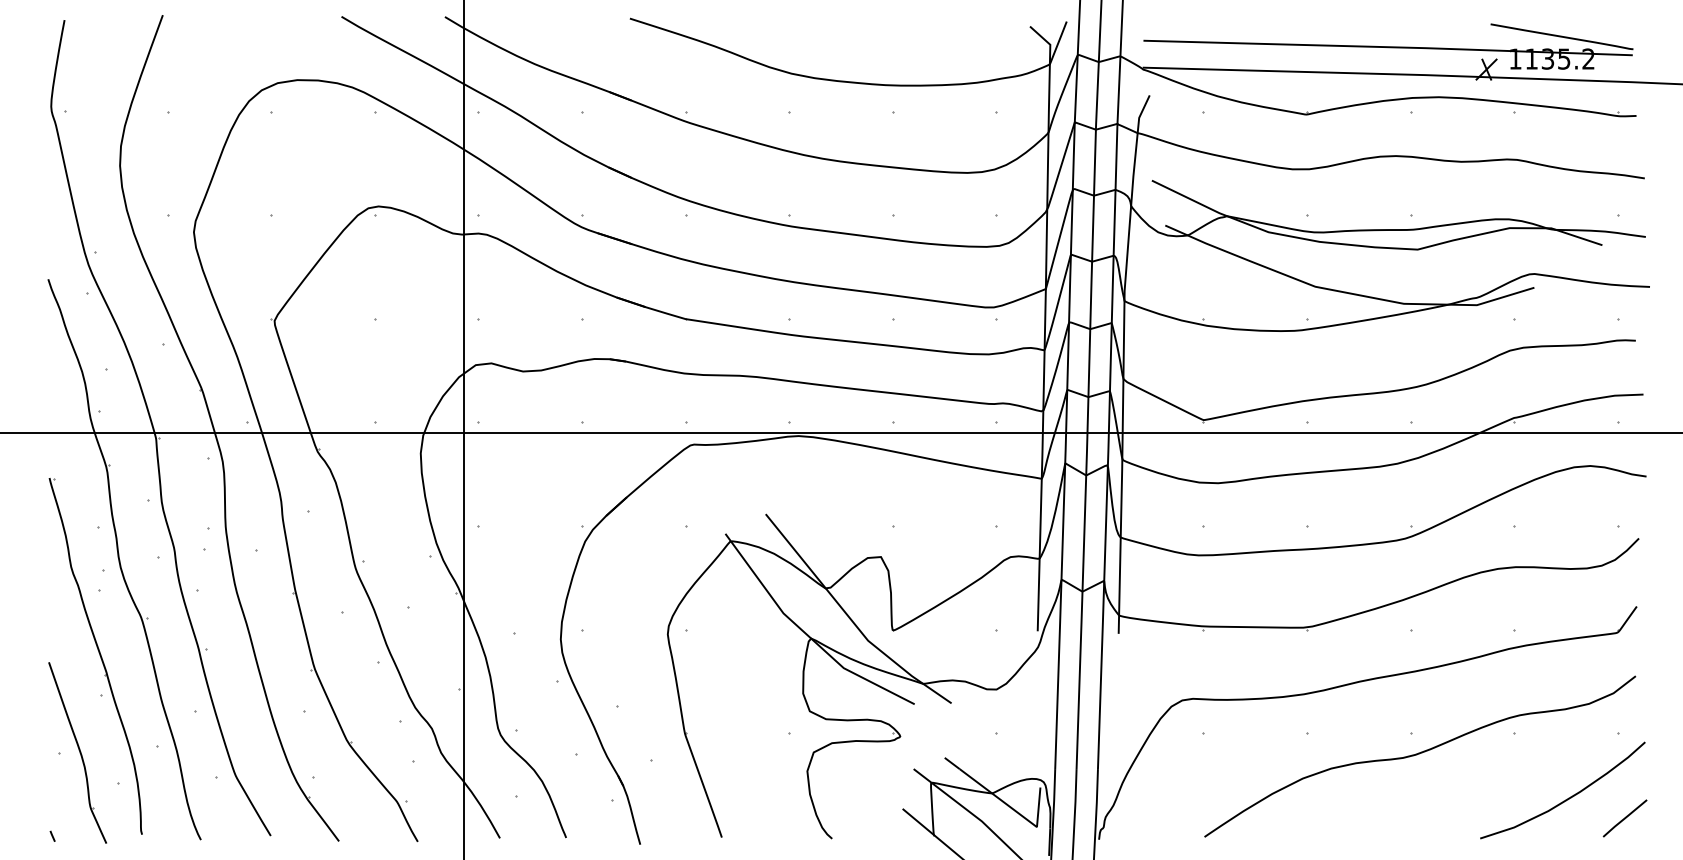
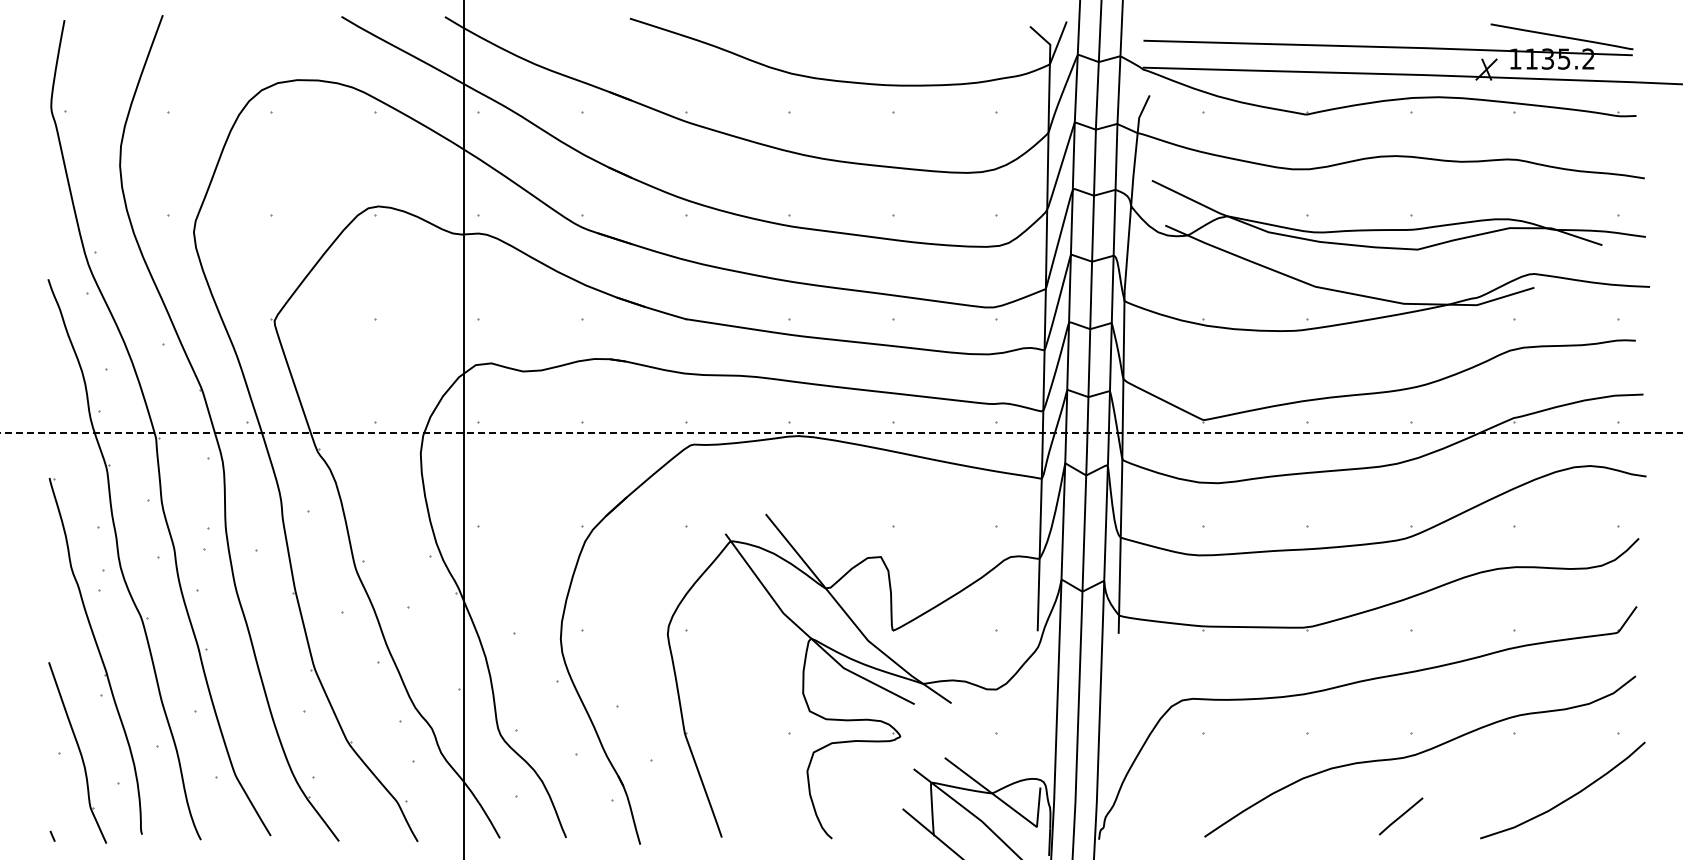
line at (841, 432): solid -> dashed
line at (1624, 818) position: (1624, 818) -> (1400, 816)
